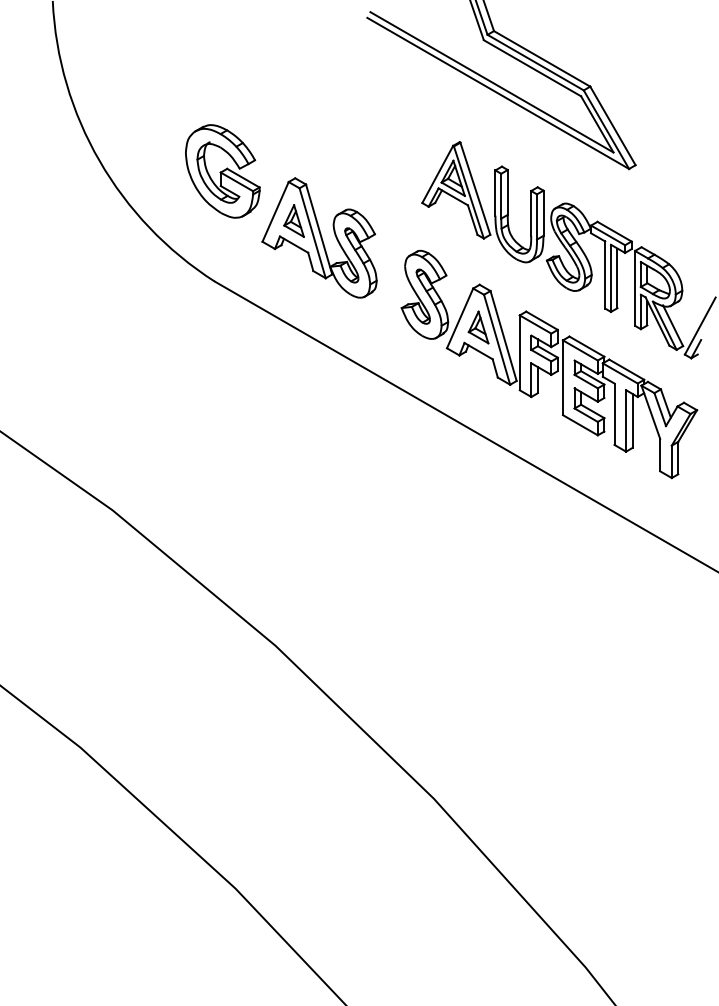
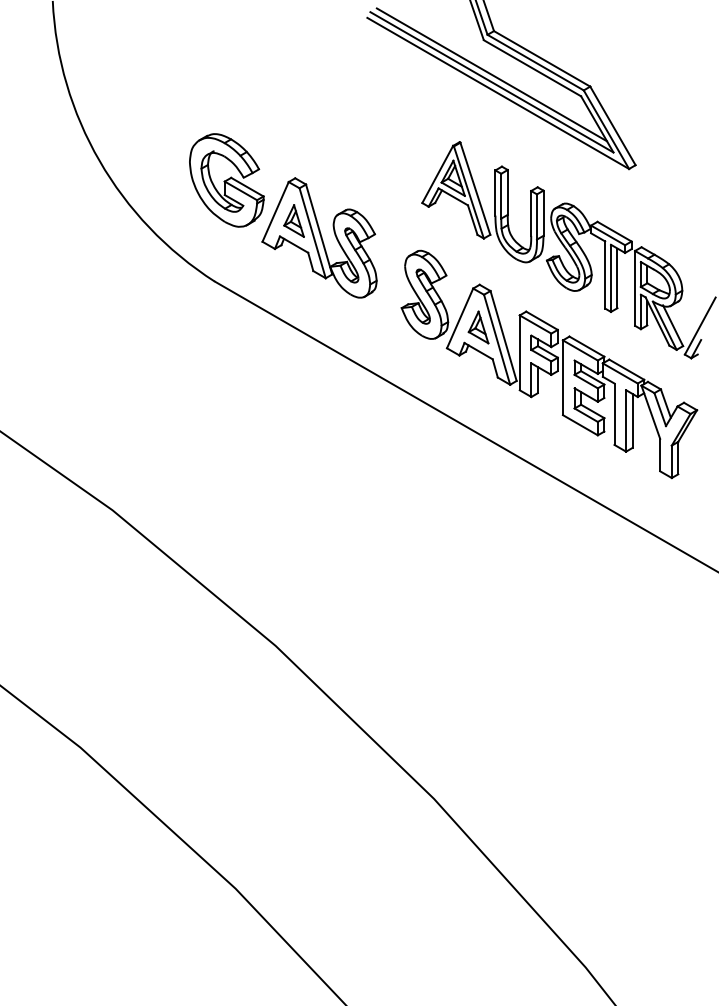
line at (491, 74): none -> present
part at (222, 171) position: (222, 171) -> (226, 180)
